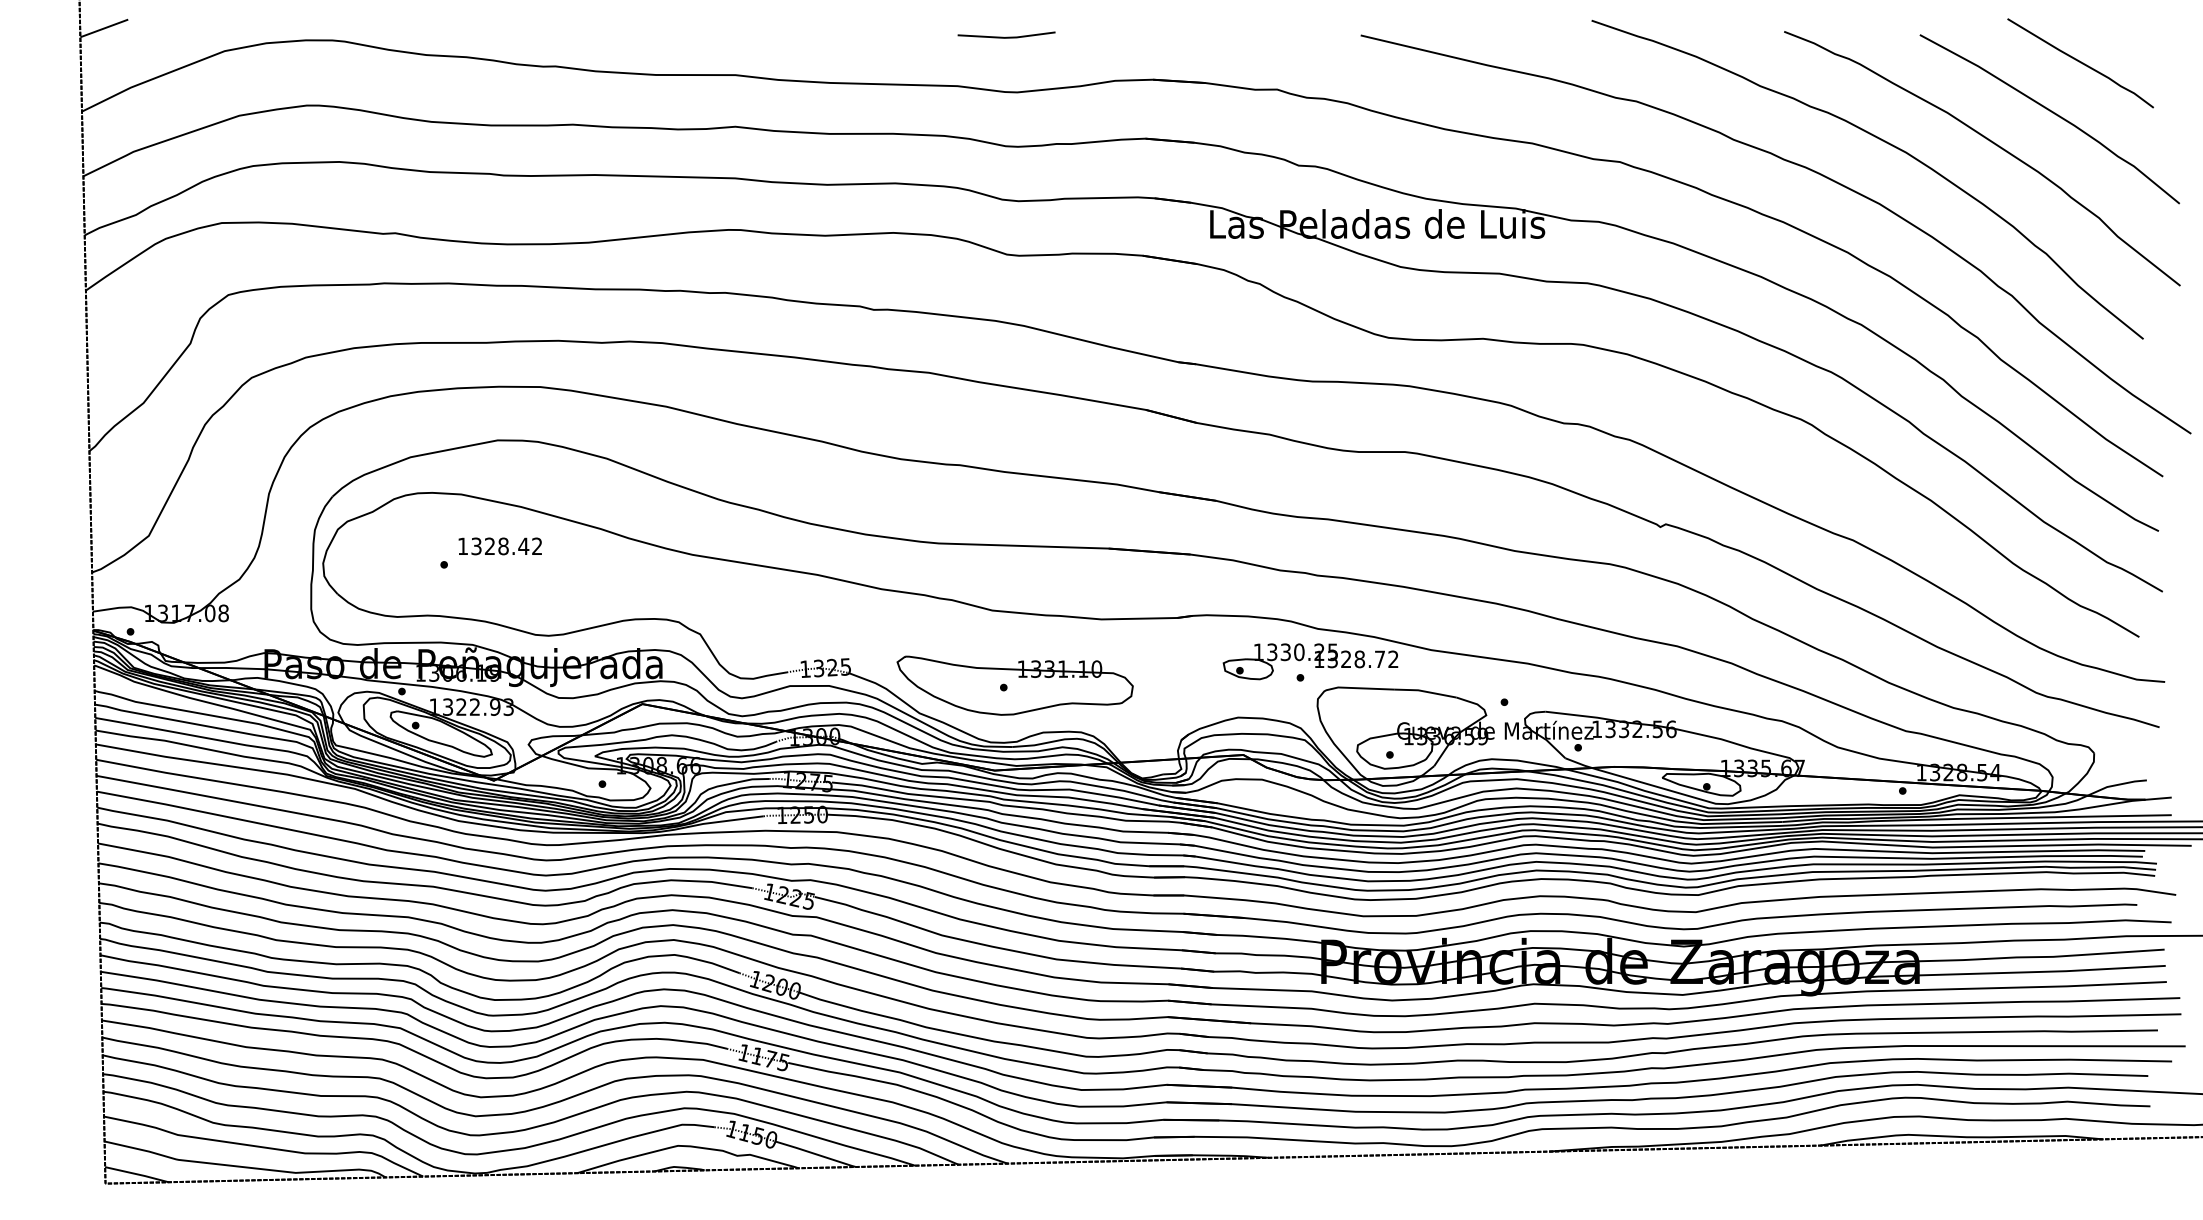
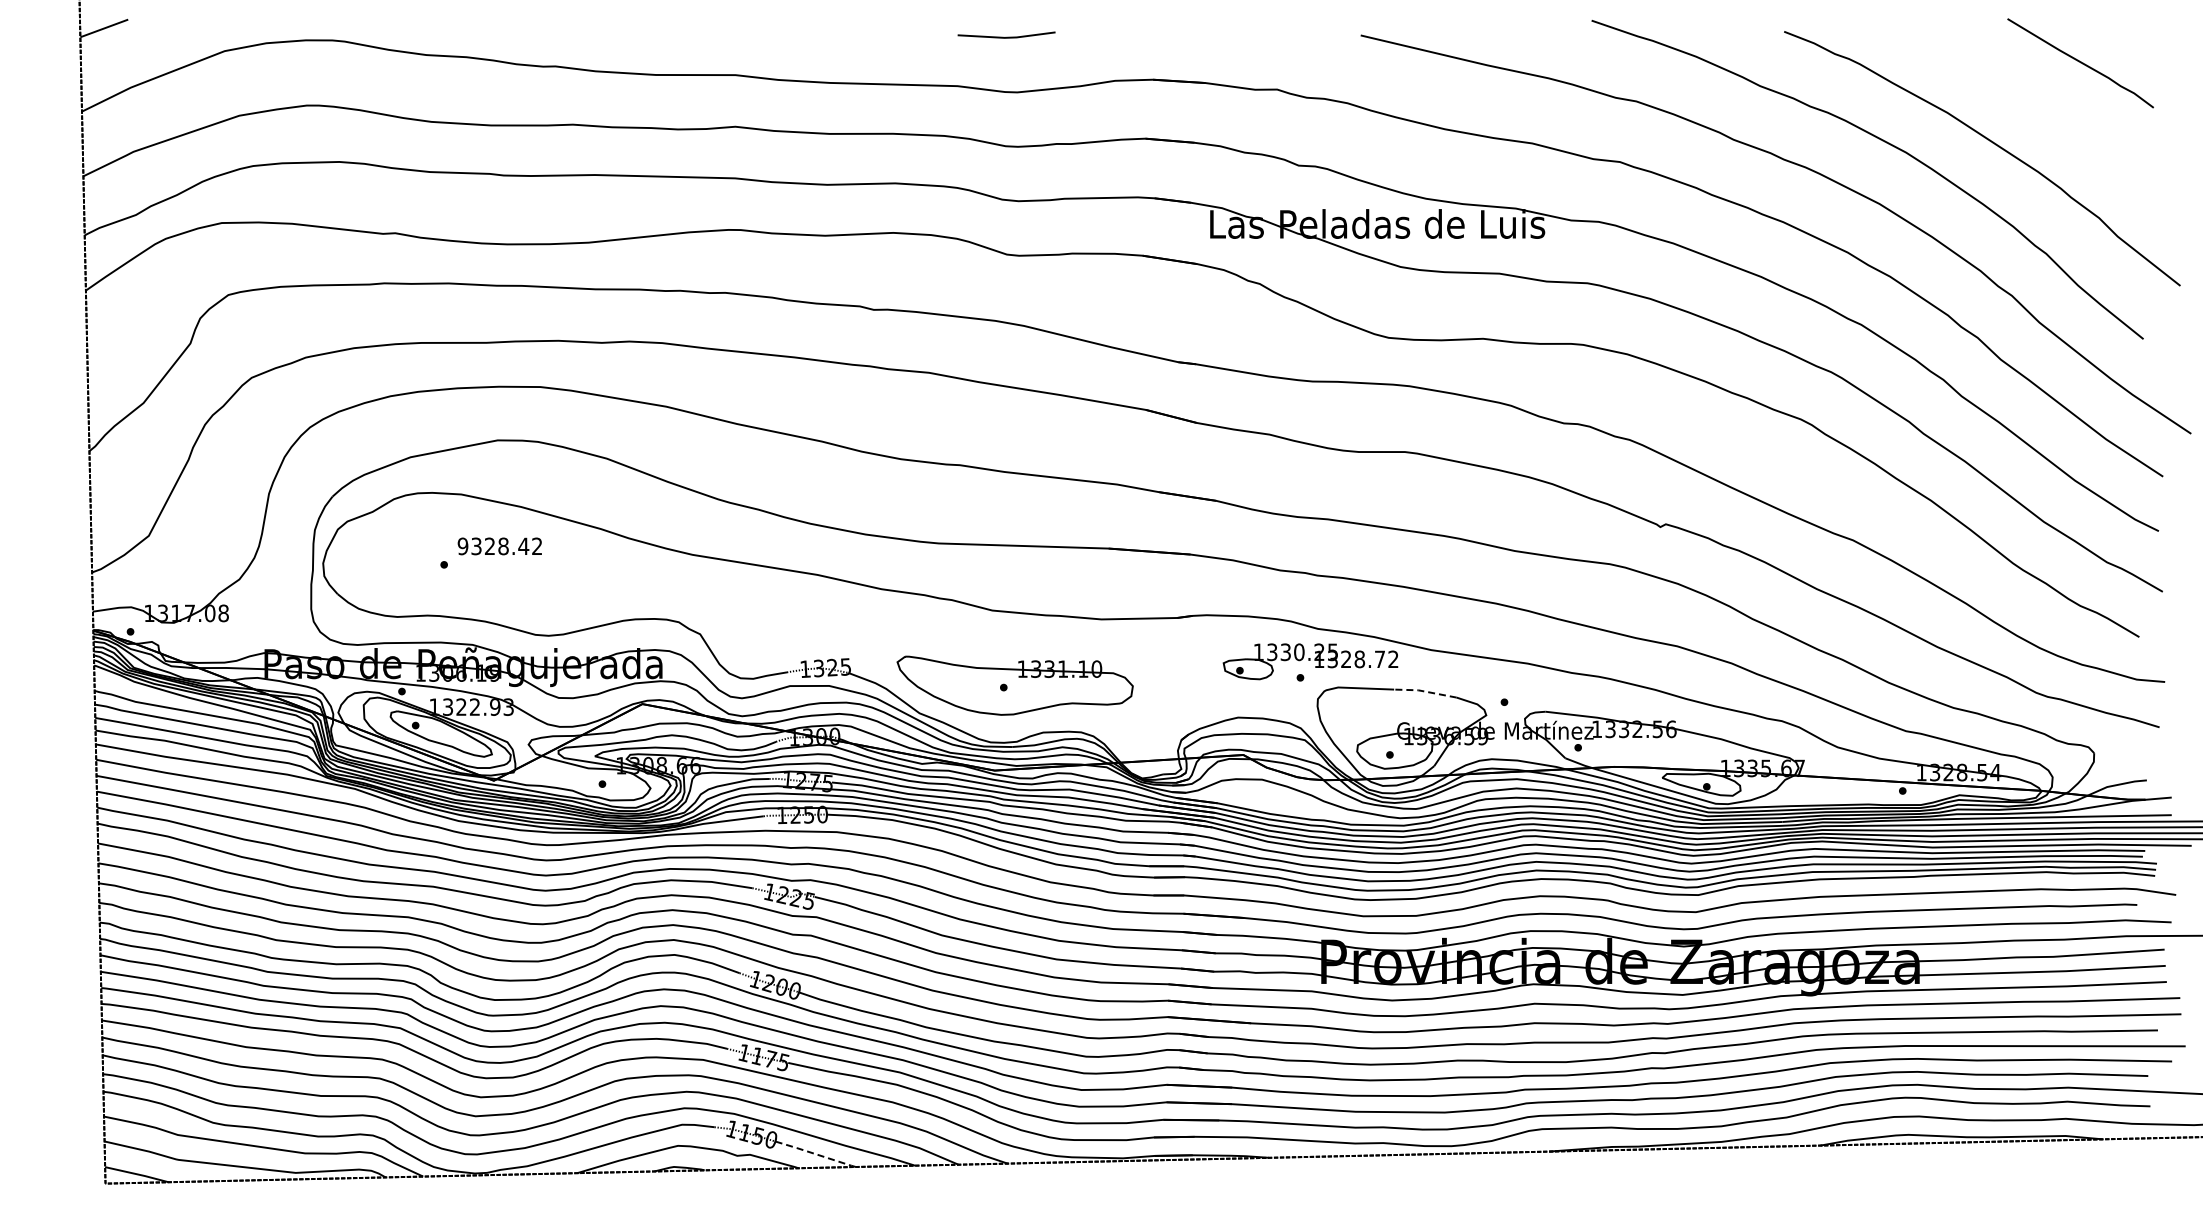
curve at (2052, 113): present -> none
text at (462, 546): 1328.42 -> 9328.42
line at (1425, 691): solid -> dashed
line at (815, 1154): solid -> dashed
